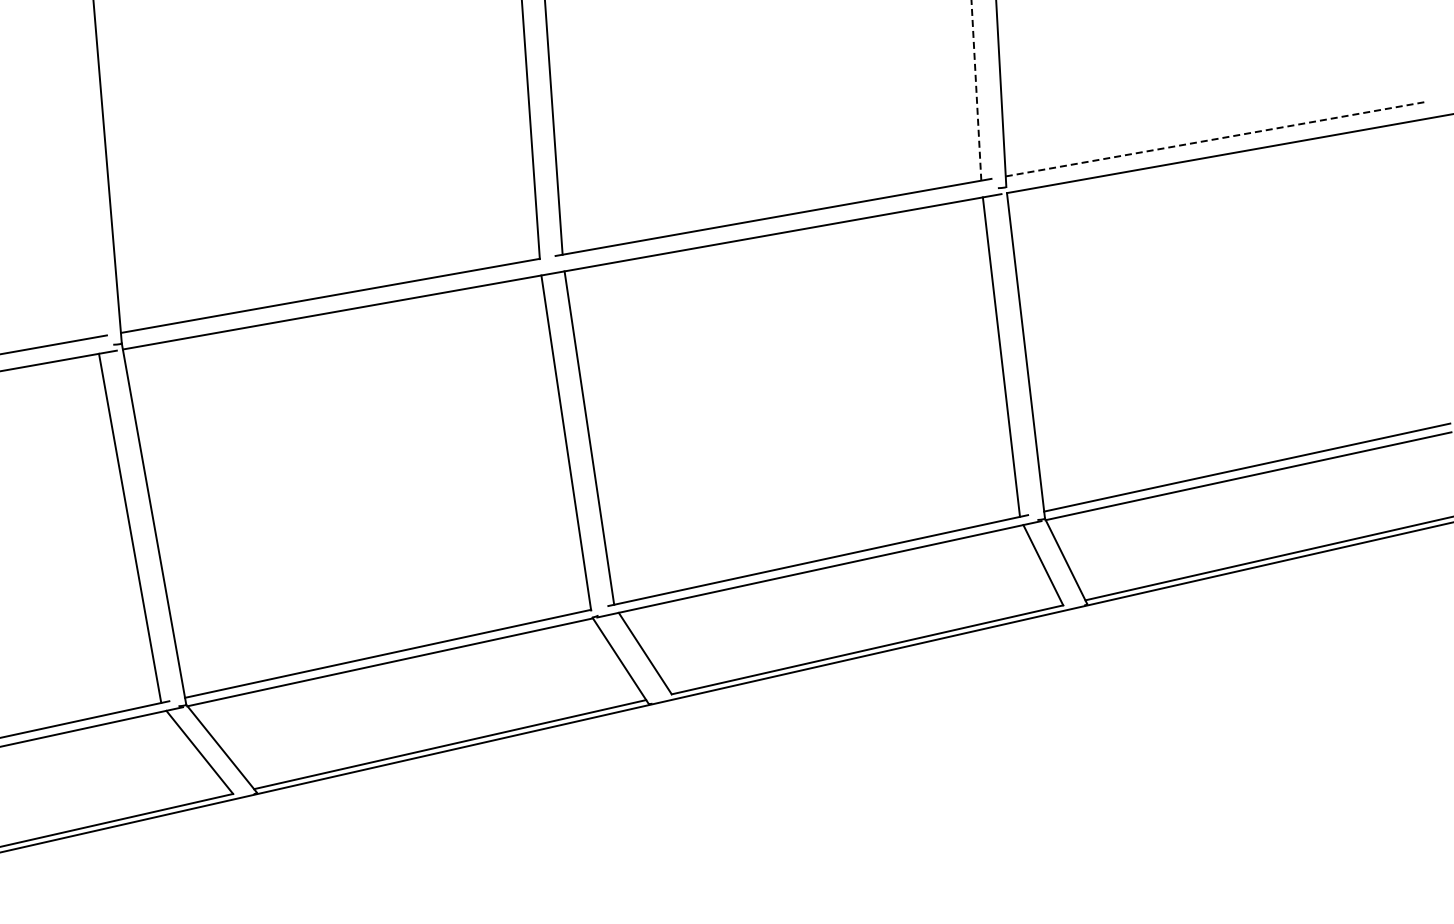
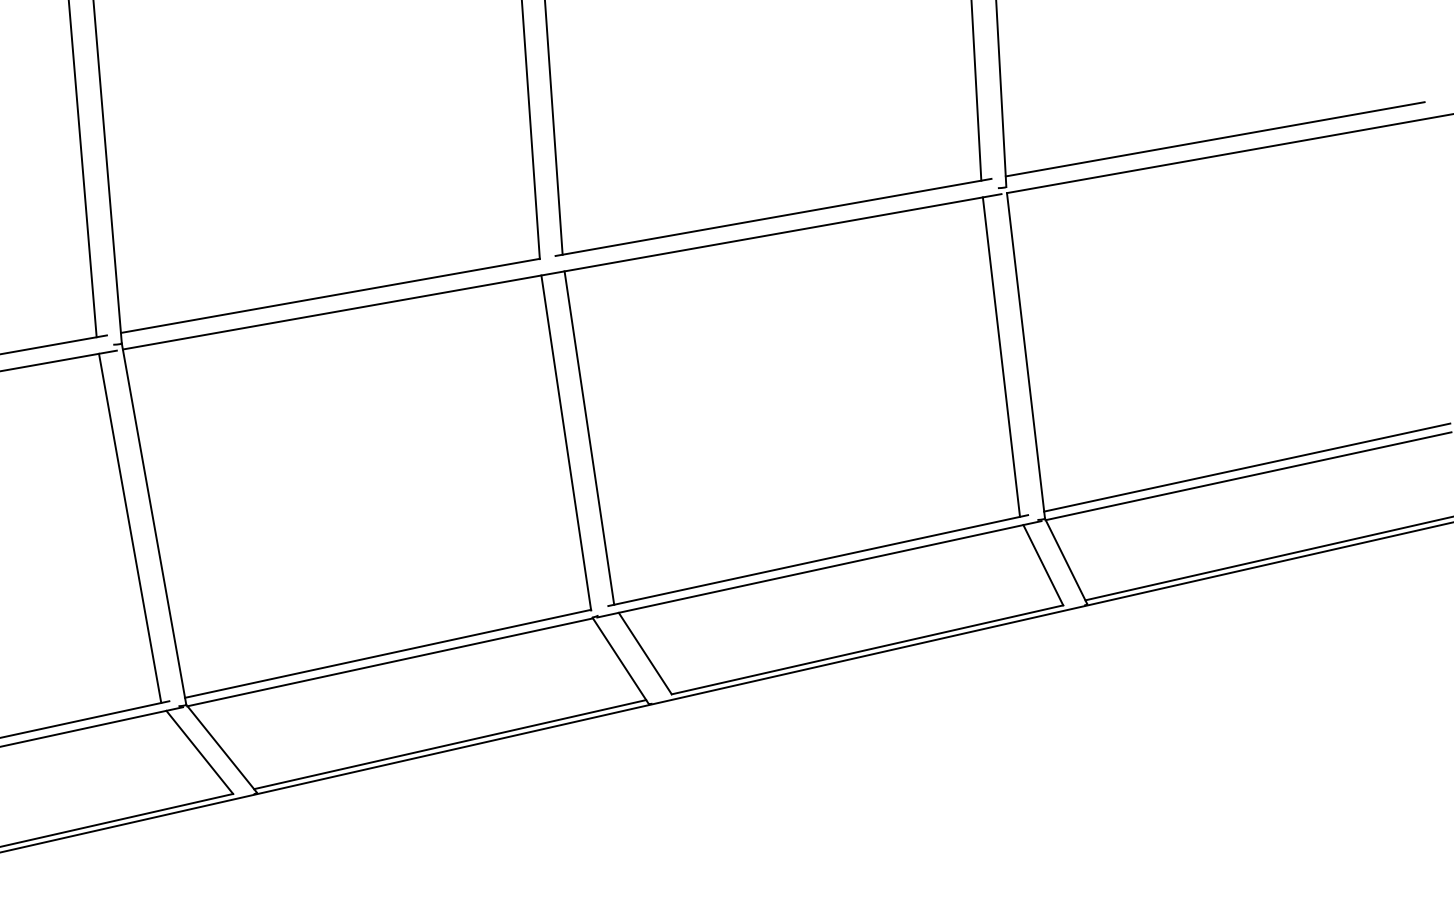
line at (976, 89): dashed -> solid
line at (1215, 139): dashed -> solid
line at (82, 169): none -> present
